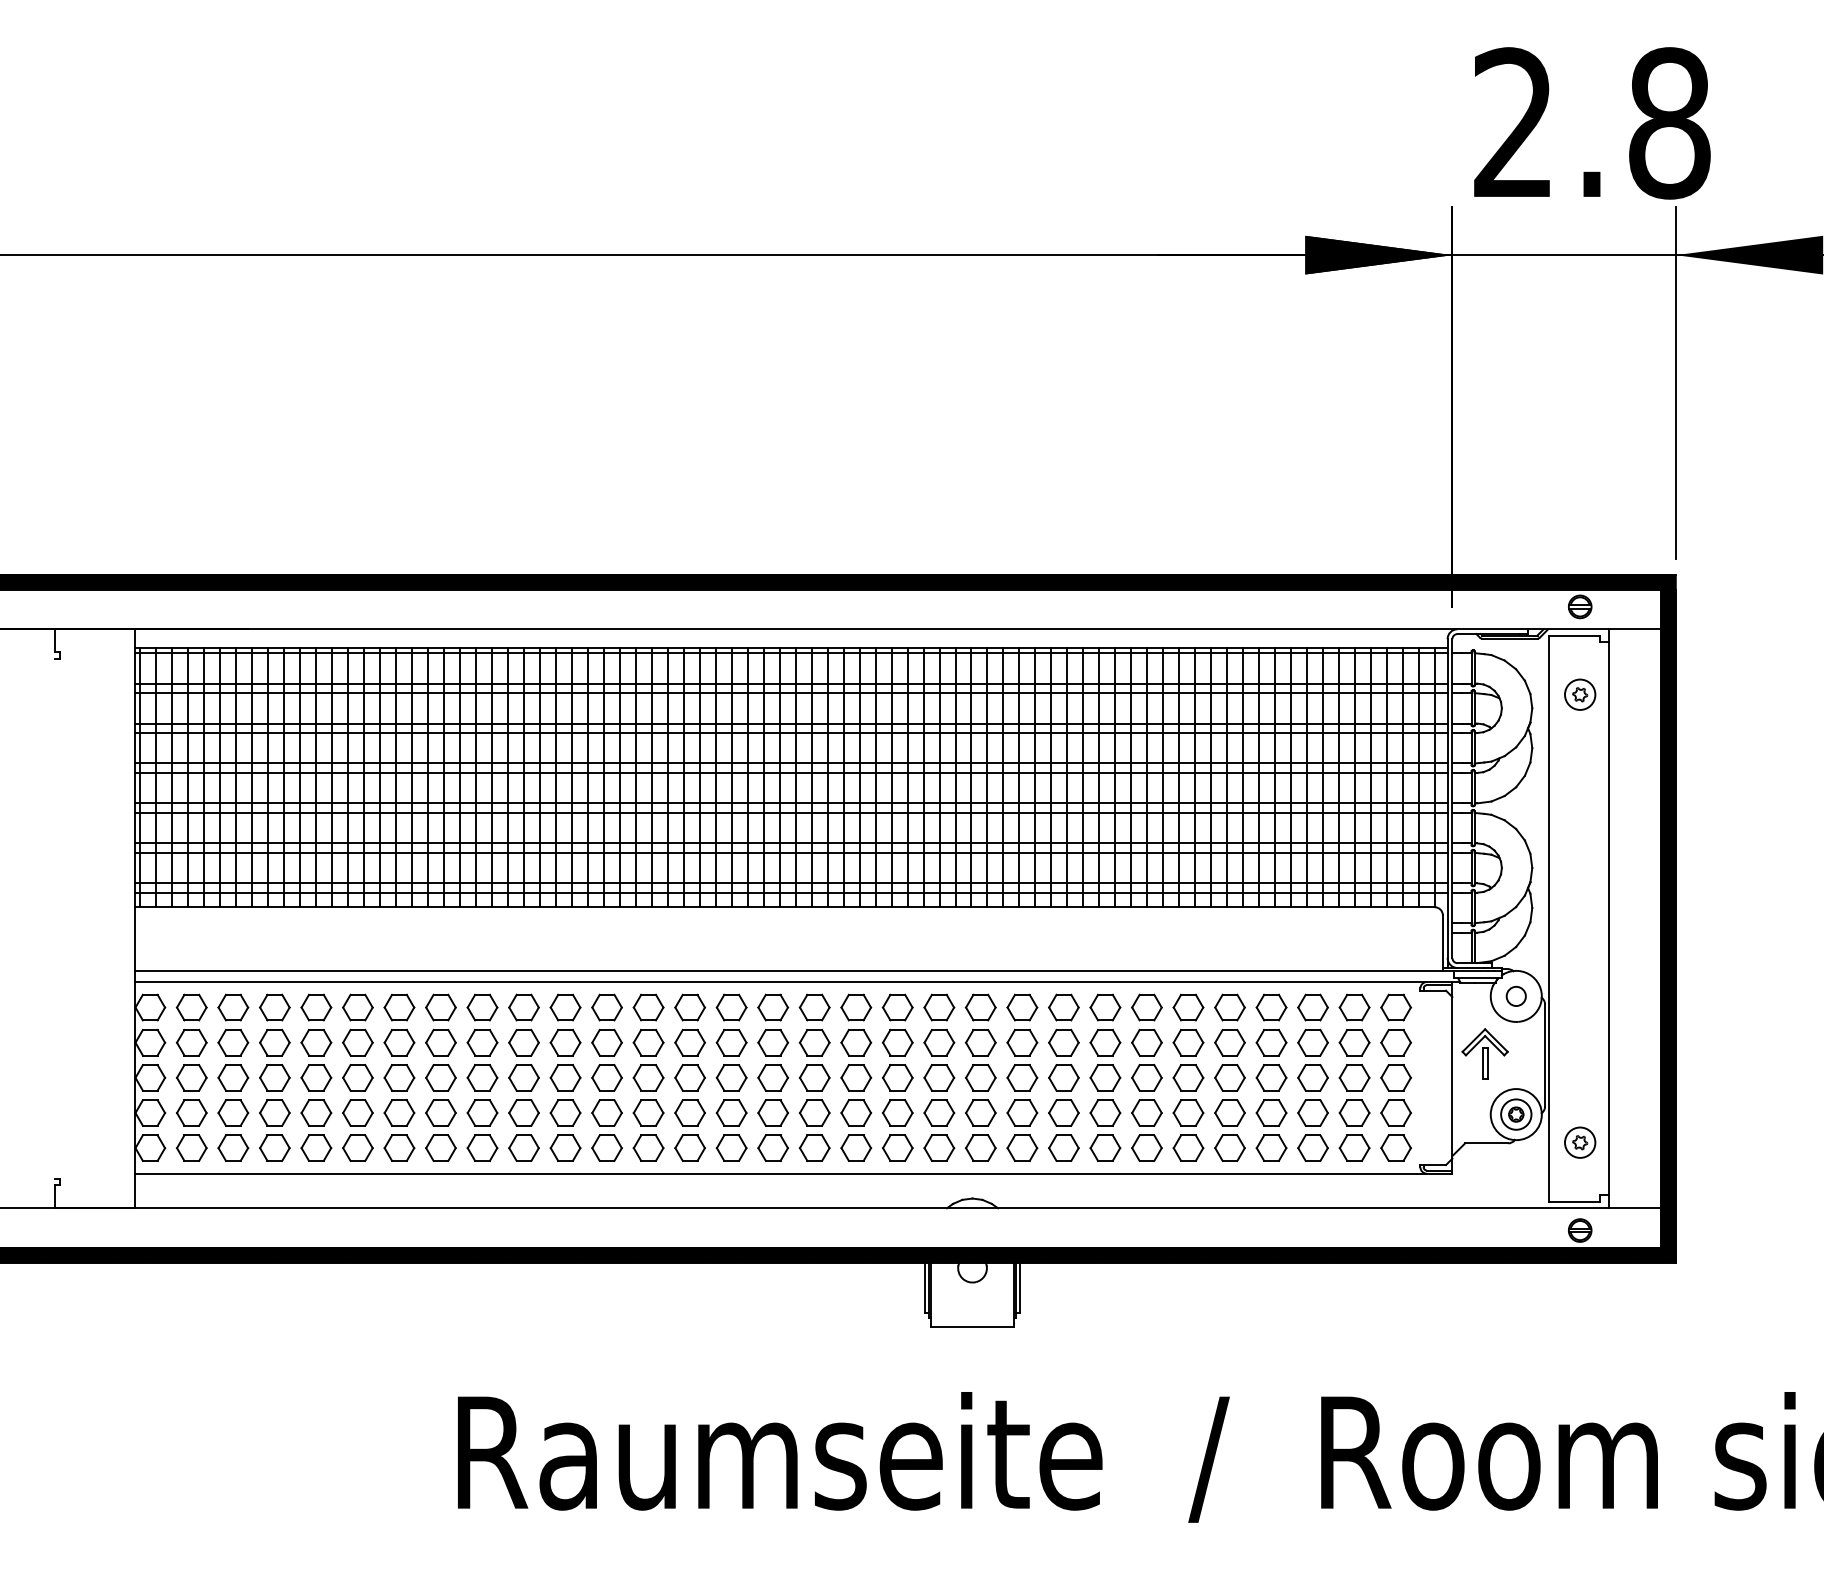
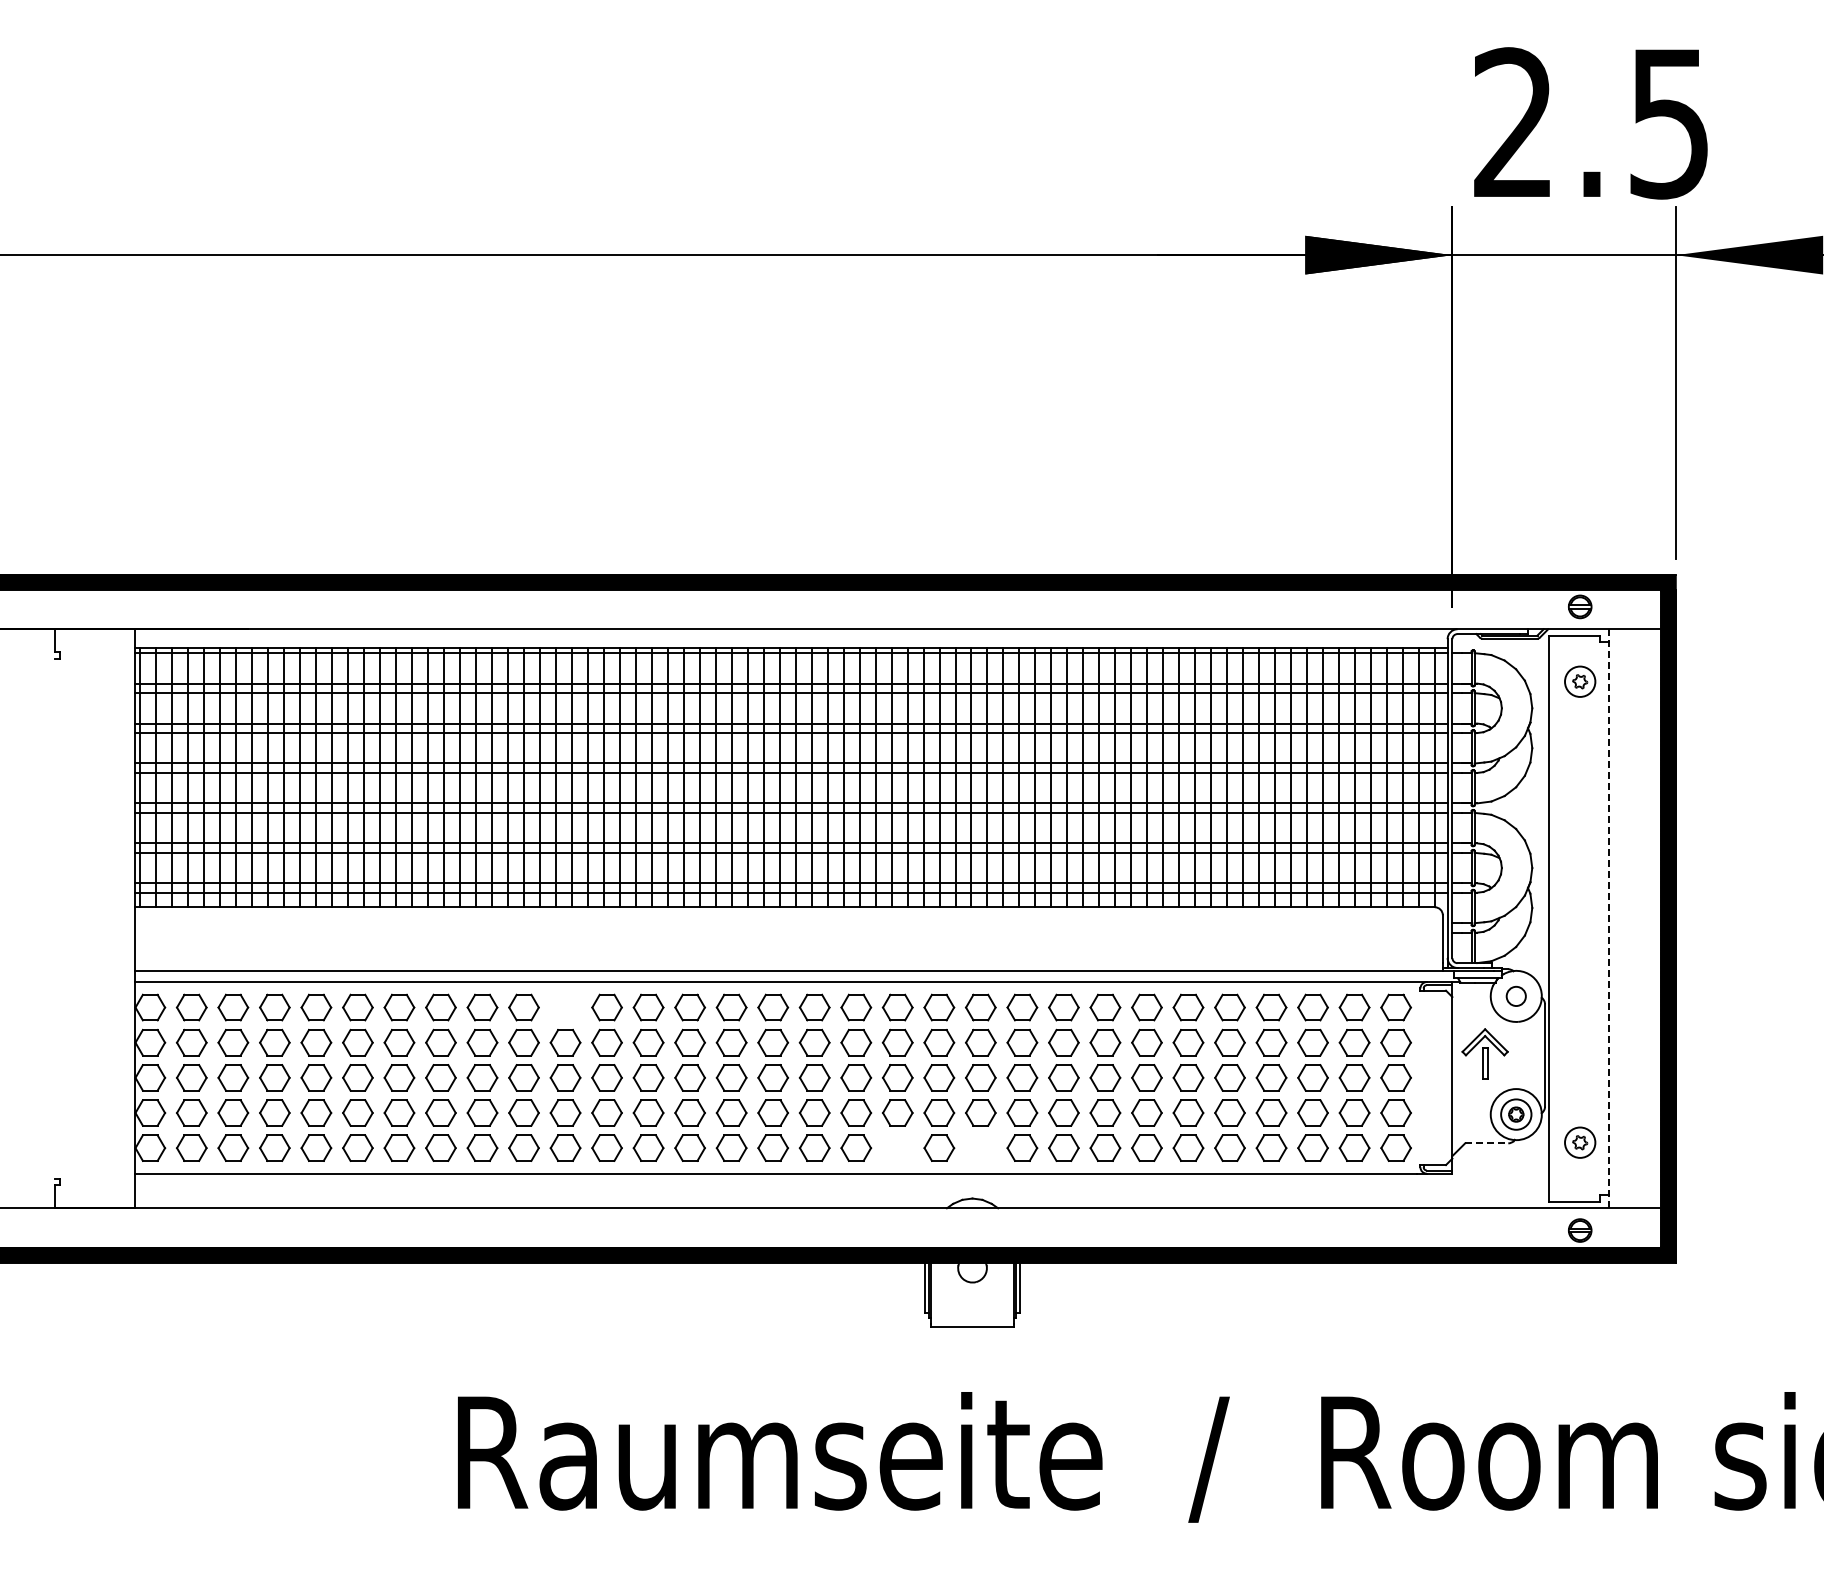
text at (1669, 123): 2.8 -> 2.5
part at (1580, 694) position: (1580, 694) -> (1580, 681)
line at (1608, 919): solid -> dashed
part at (565, 1007): present -> none
line at (1486, 1143): solid -> dashed
part at (897, 1147): present -> none
part at (980, 1147): present -> none
